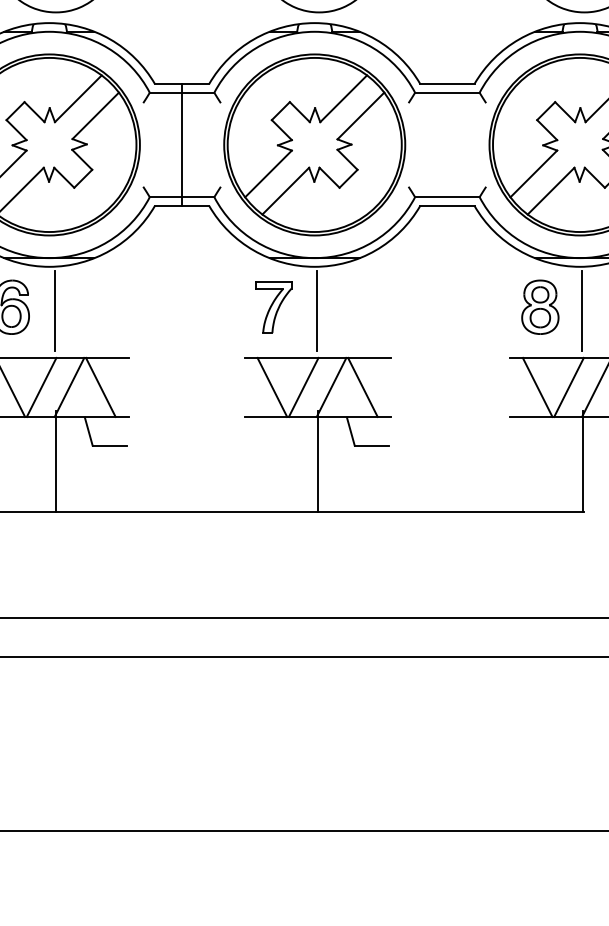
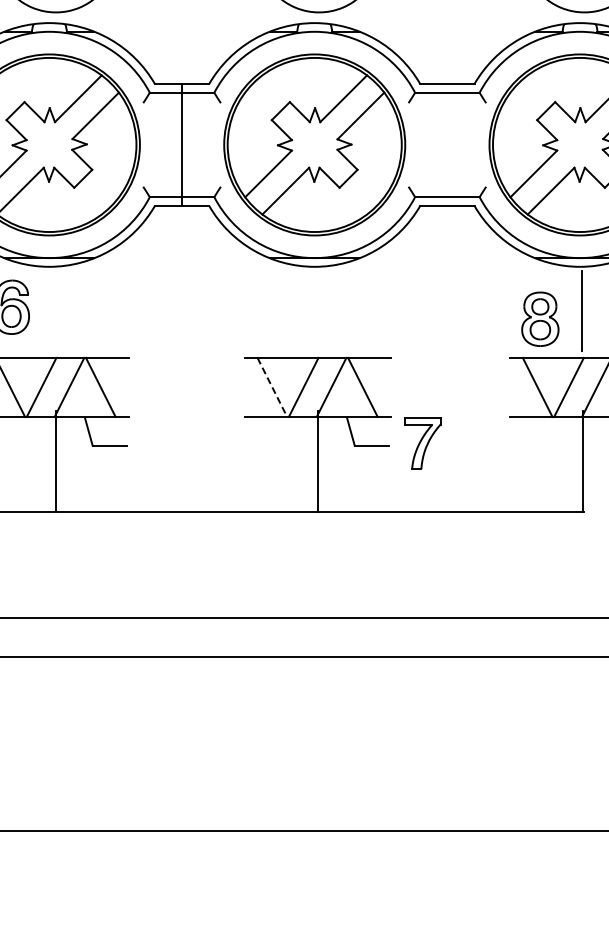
part at (540, 306) position: (540, 306) -> (540, 318)
part at (273, 307) position: (273, 307) -> (422, 443)
line at (54, 311): present -> none
line at (316, 311): present -> none
line at (272, 387): solid -> dashed
